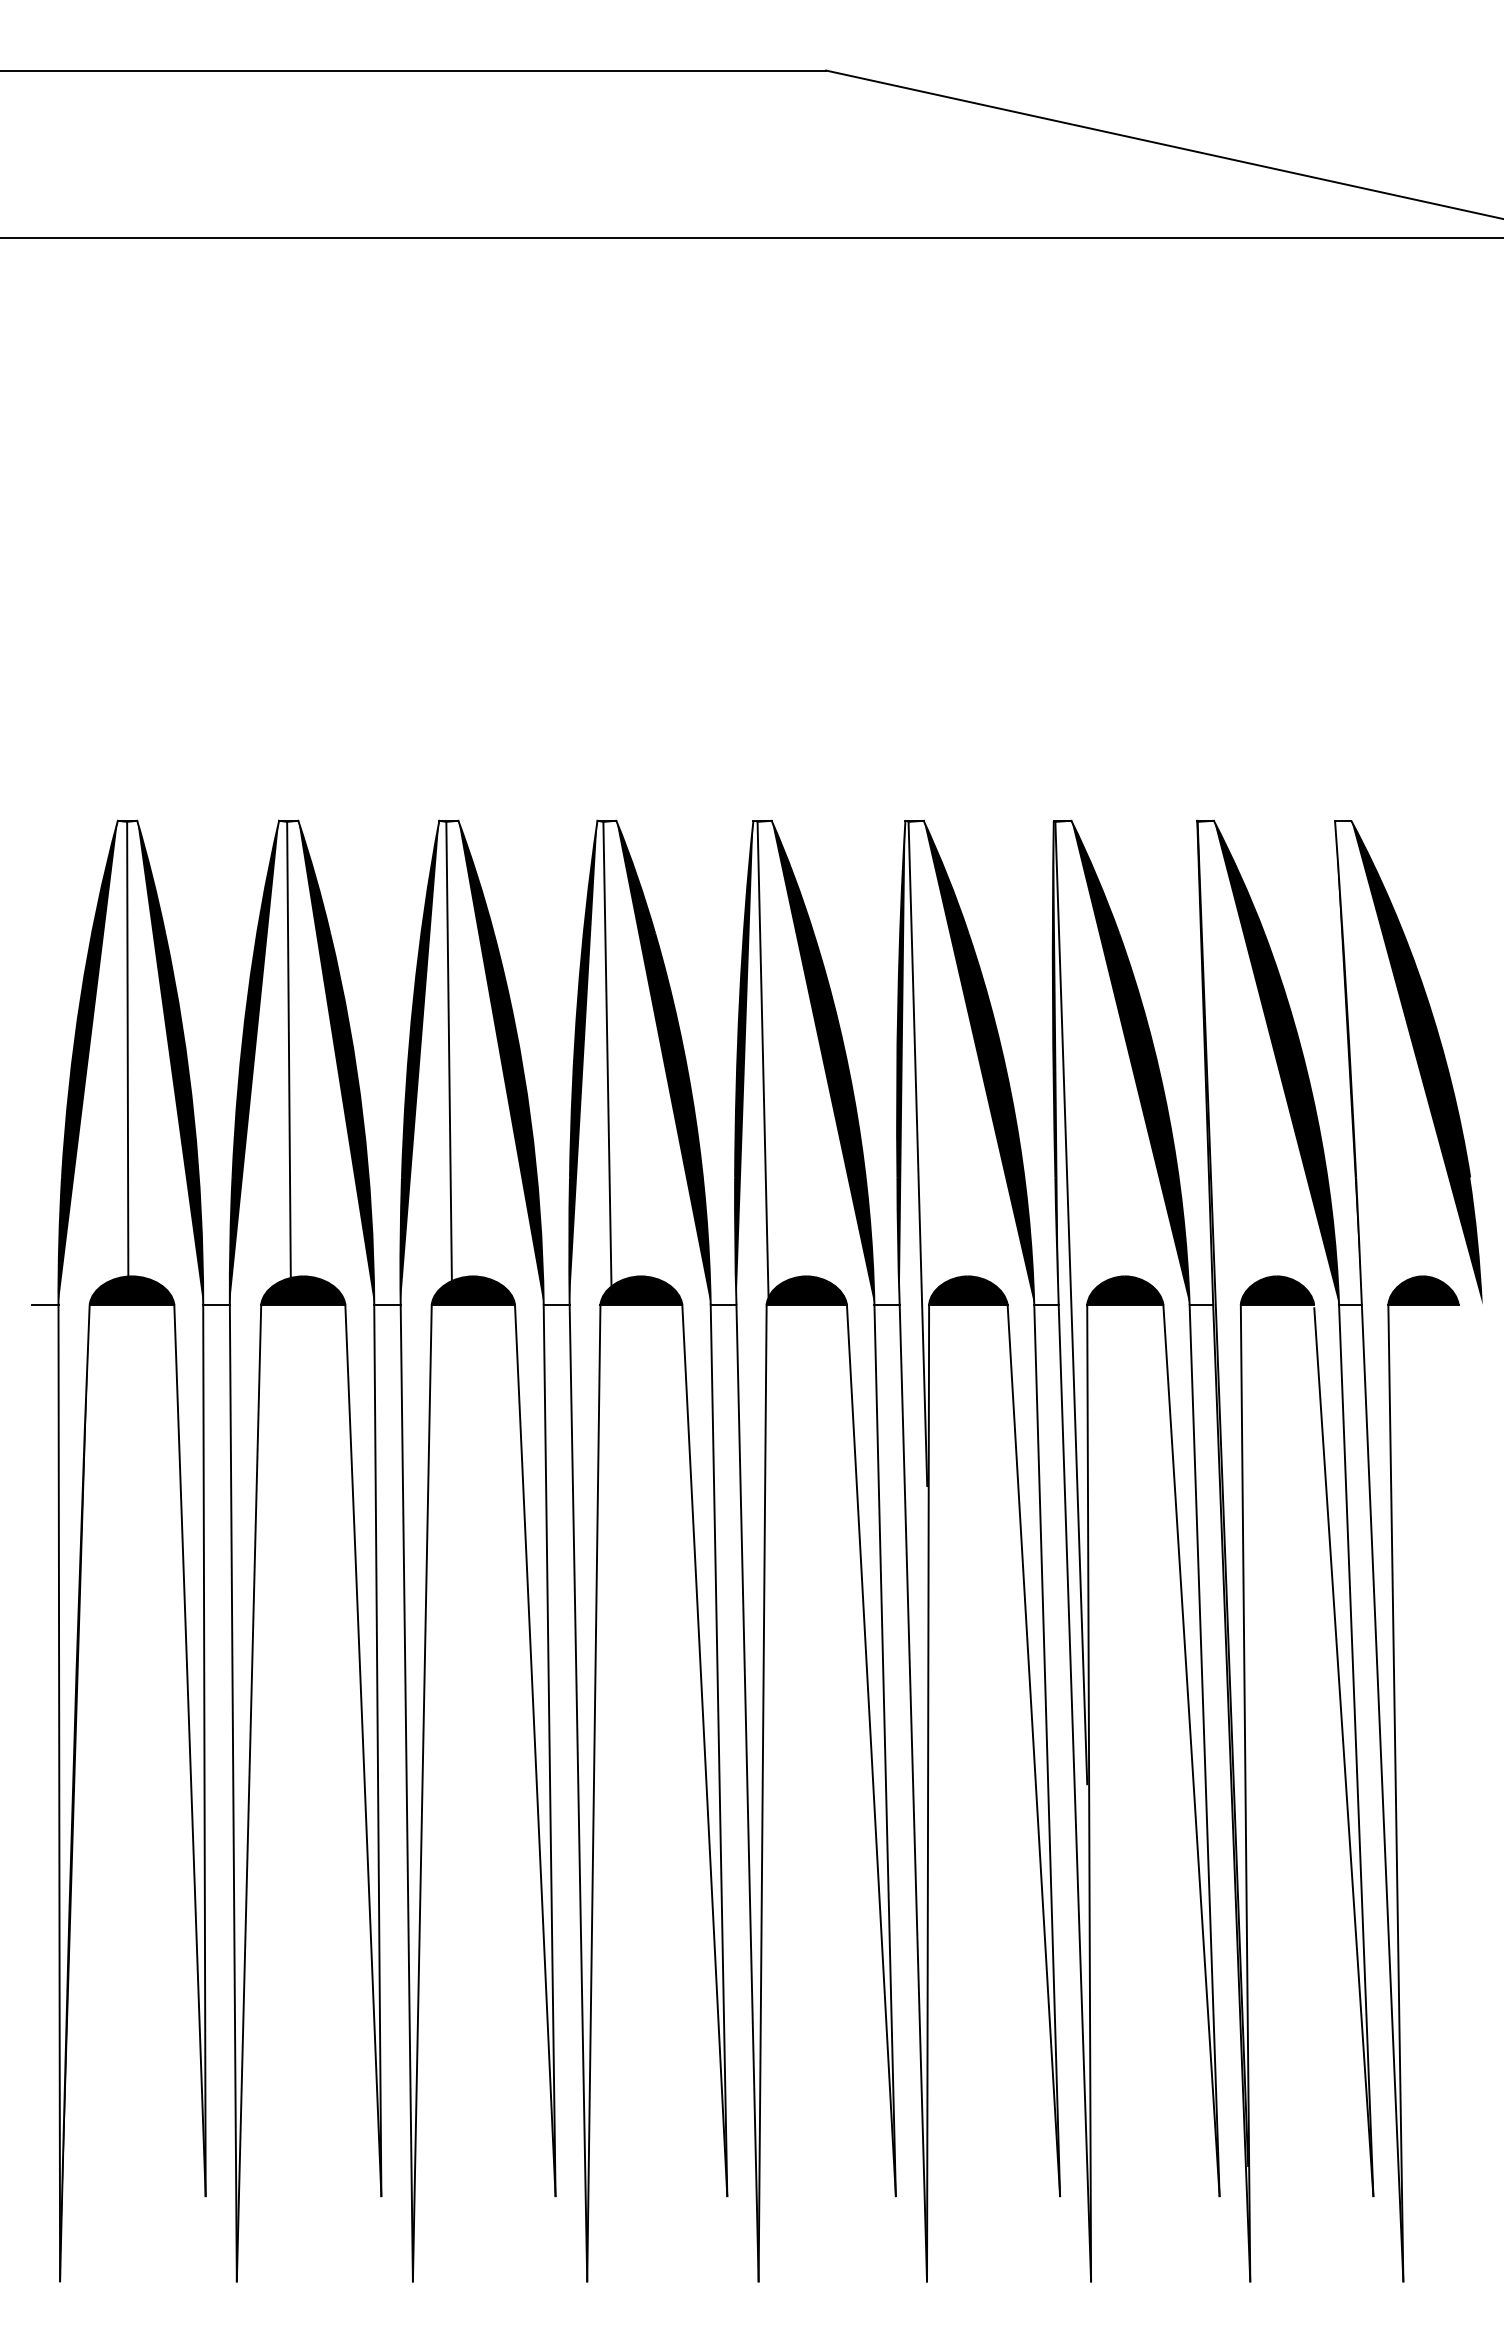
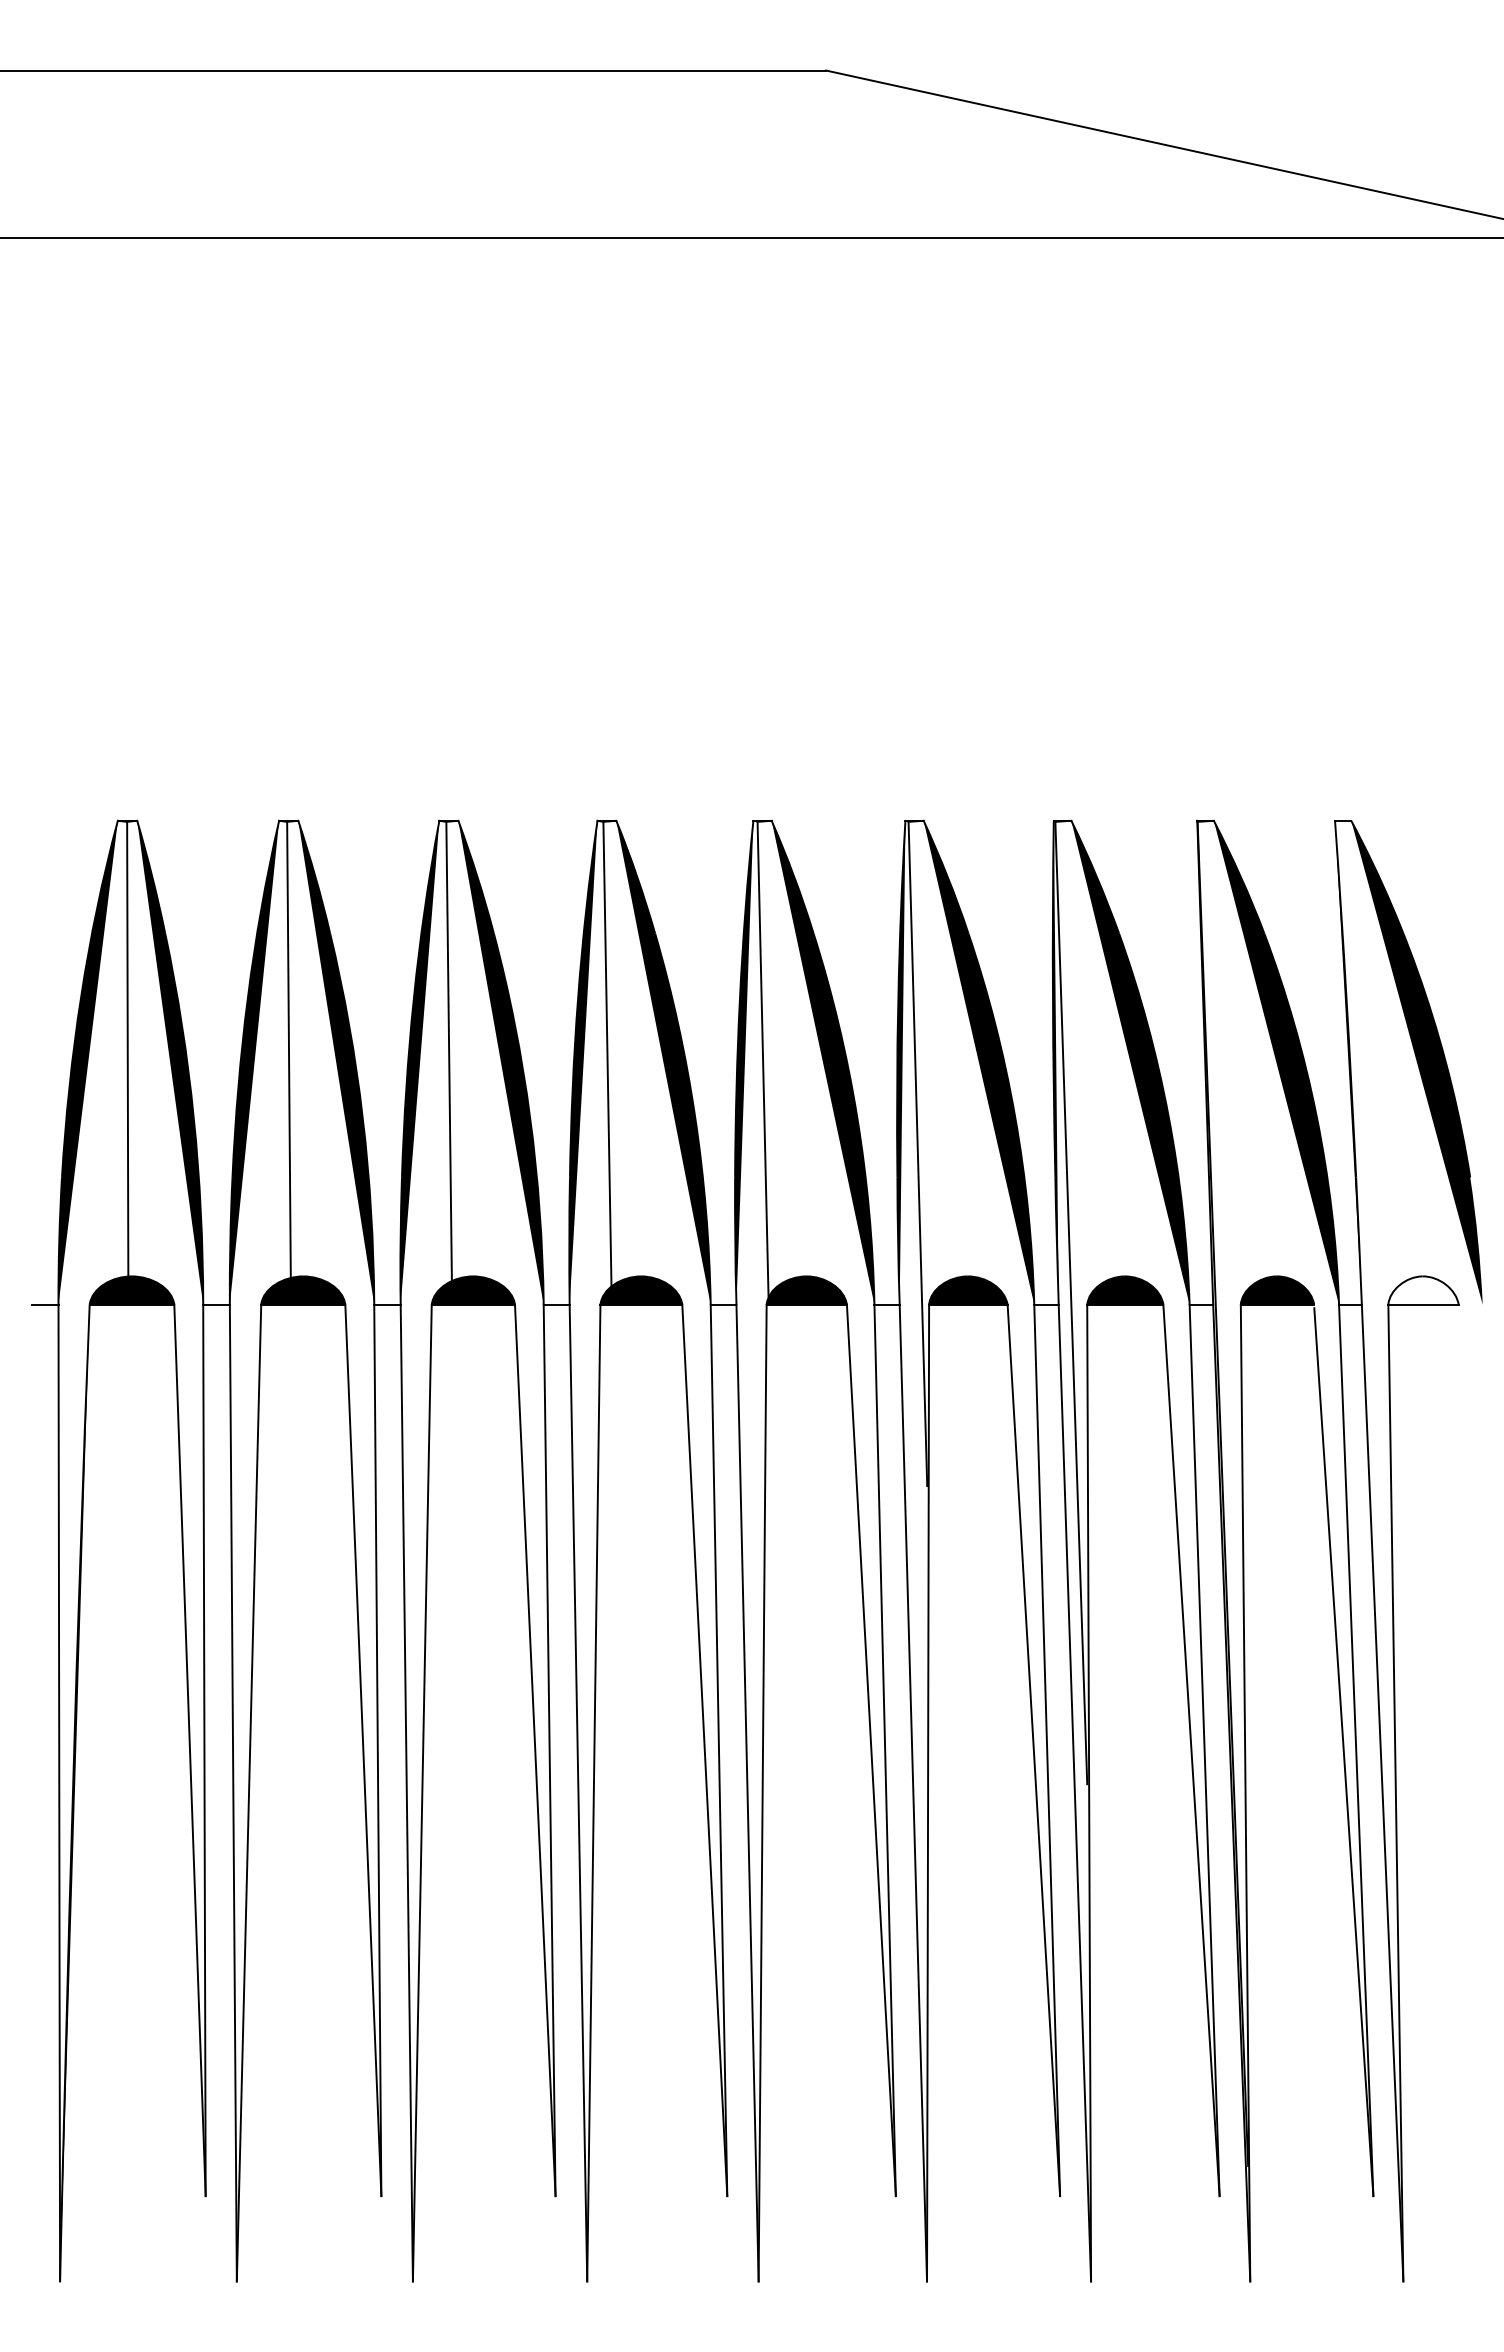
fill at (1423, 1290): present -> none
